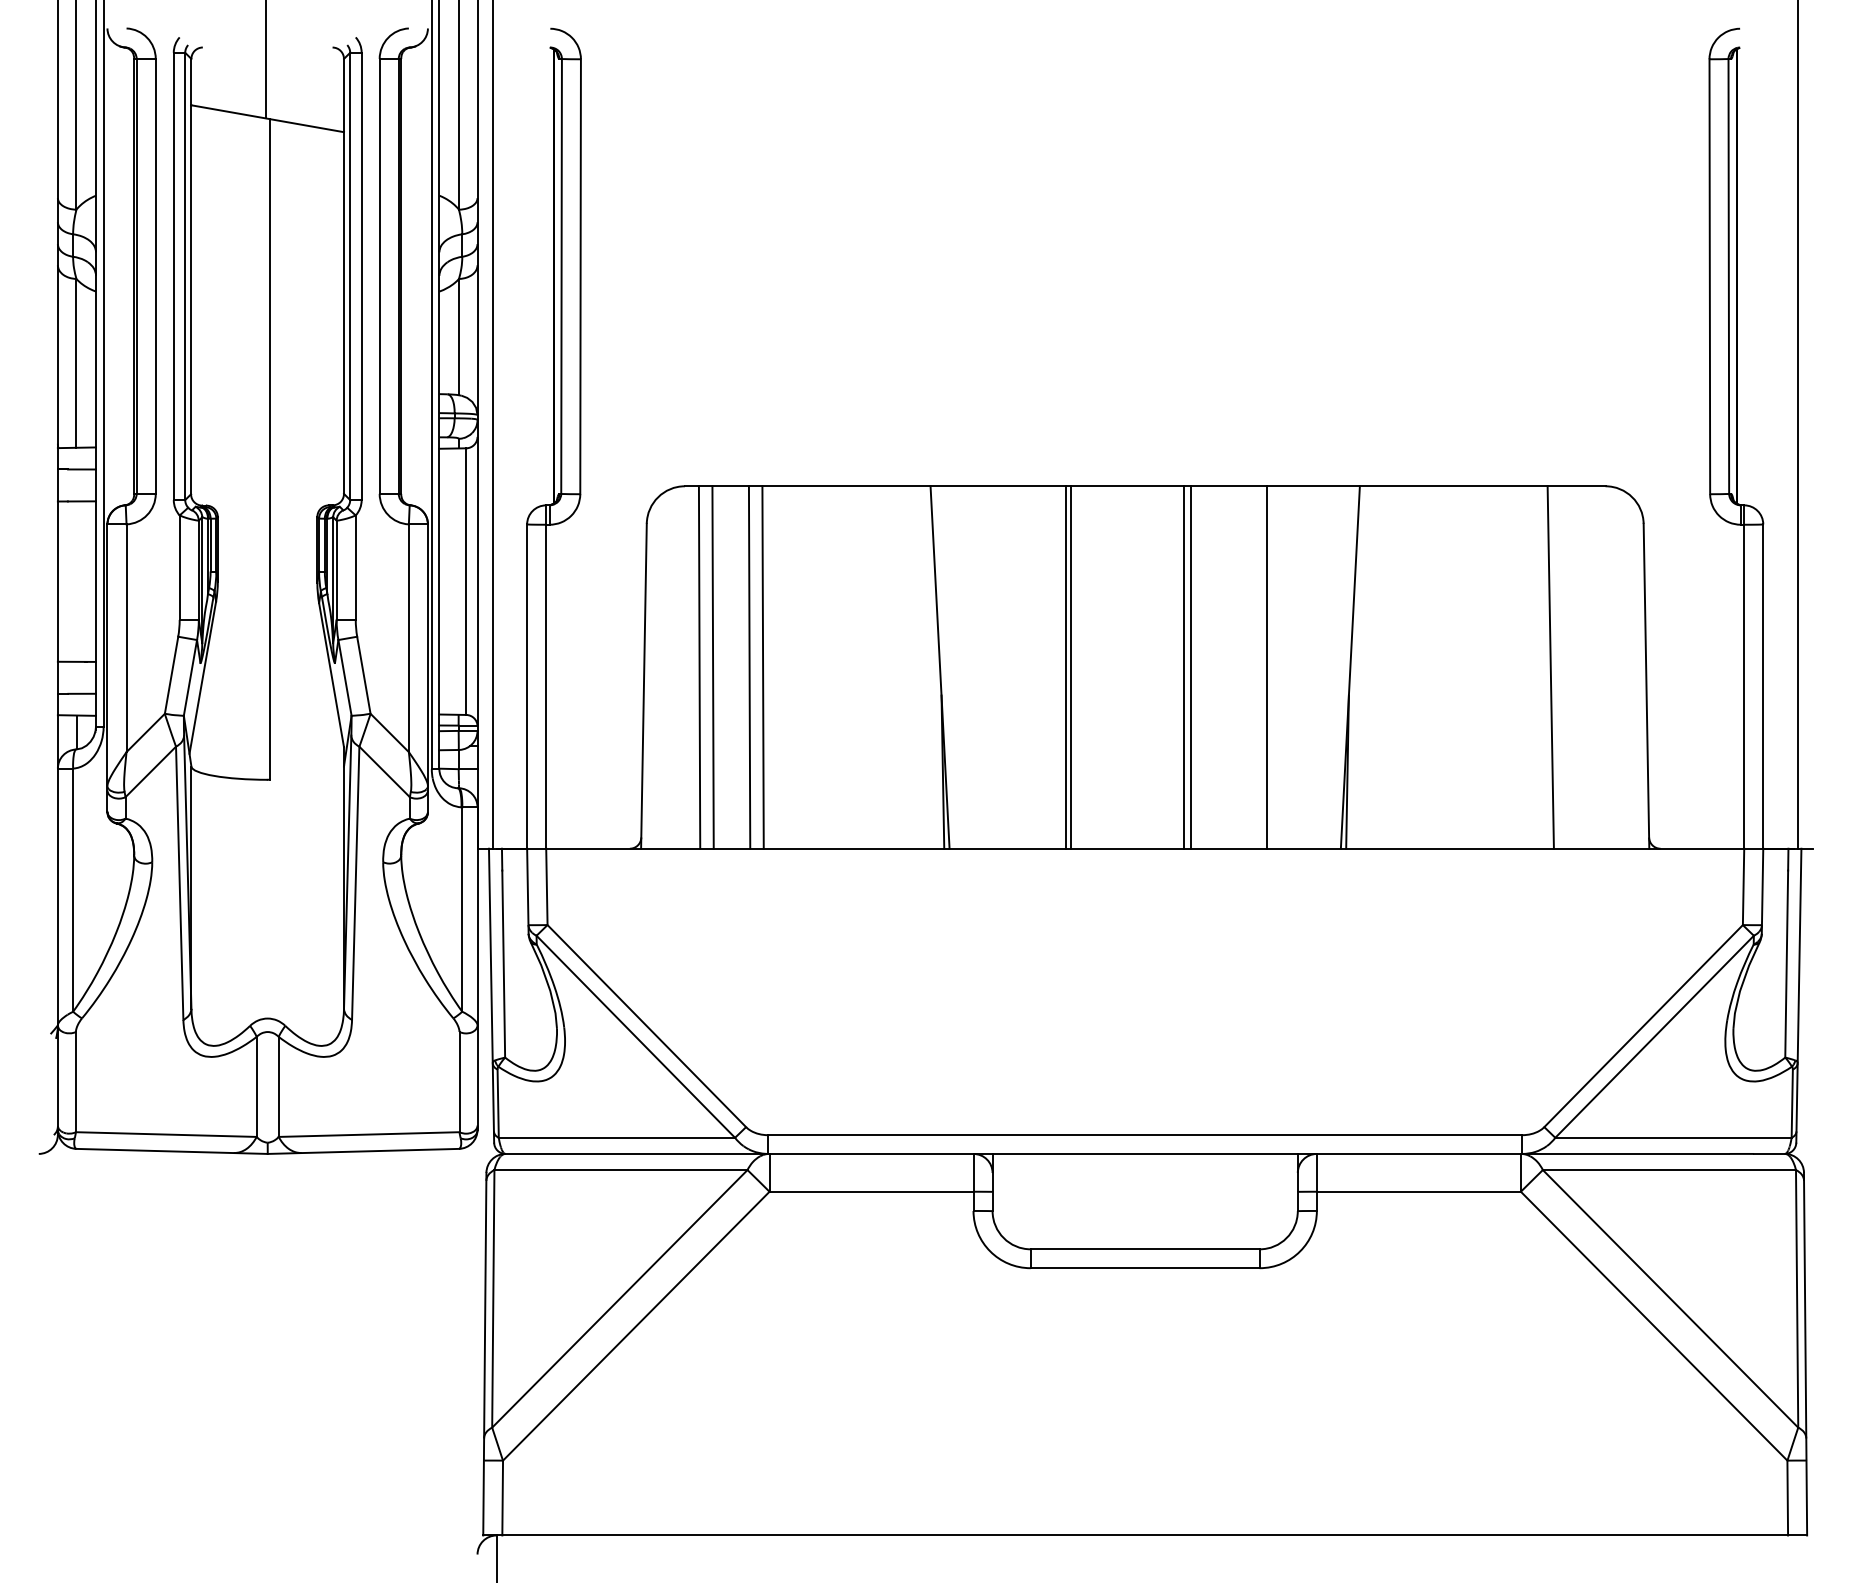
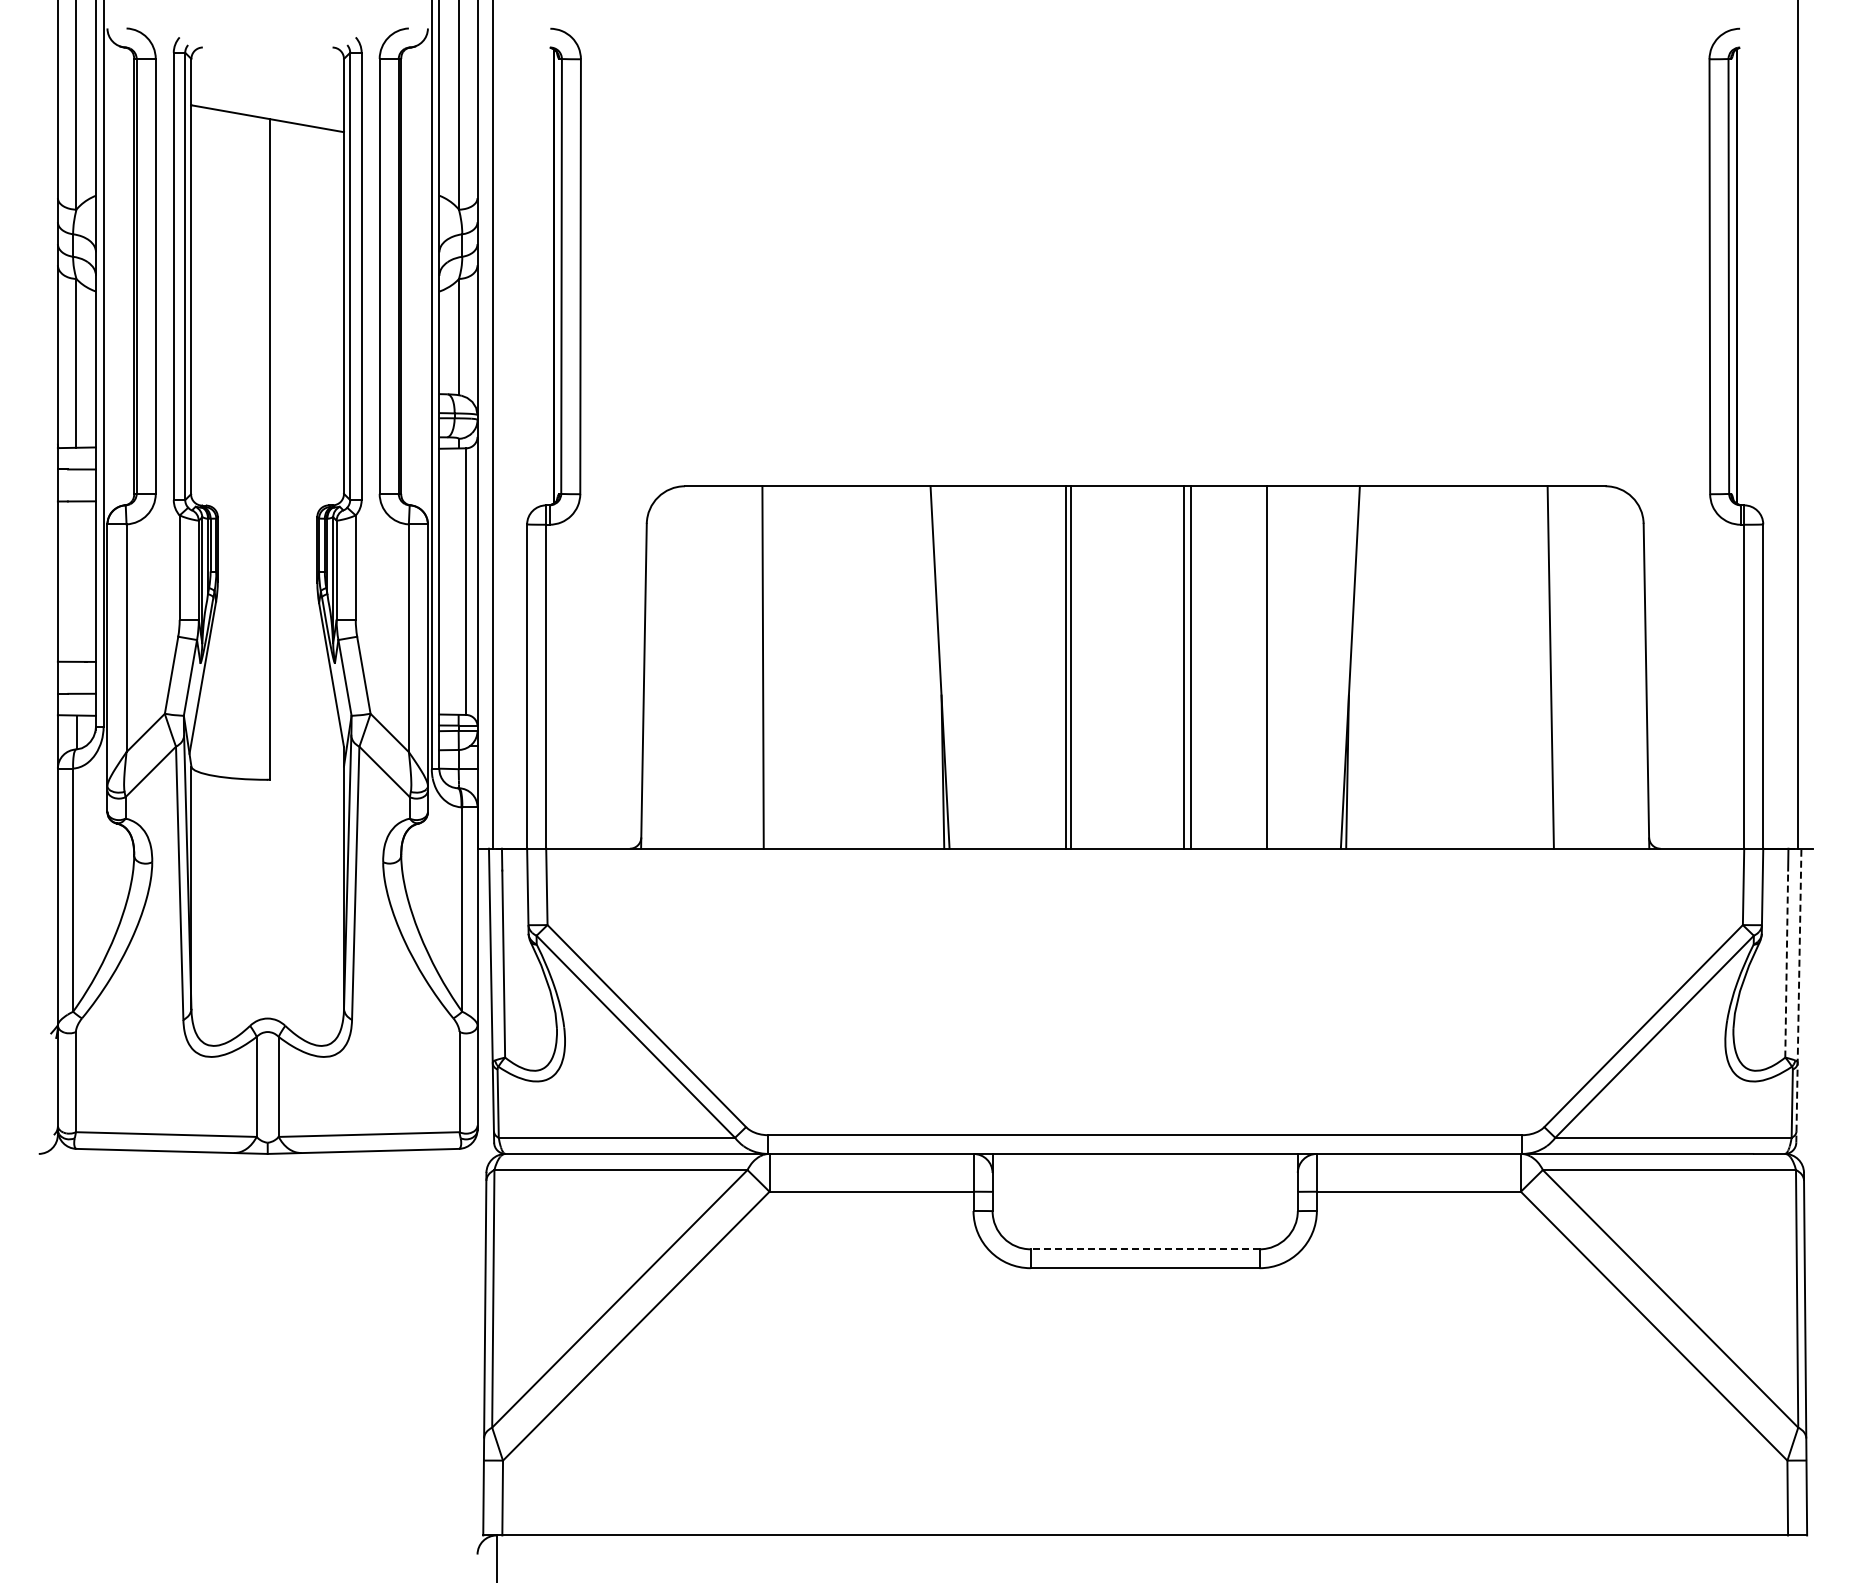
line at (265, 60): present -> none
line at (699, 667): present -> none
line at (712, 667): present -> none
line at (749, 667): present -> none
line at (1786, 964): solid -> dashed
line at (1798, 995): solid -> dashed
line at (1144, 1249): solid -> dashed
